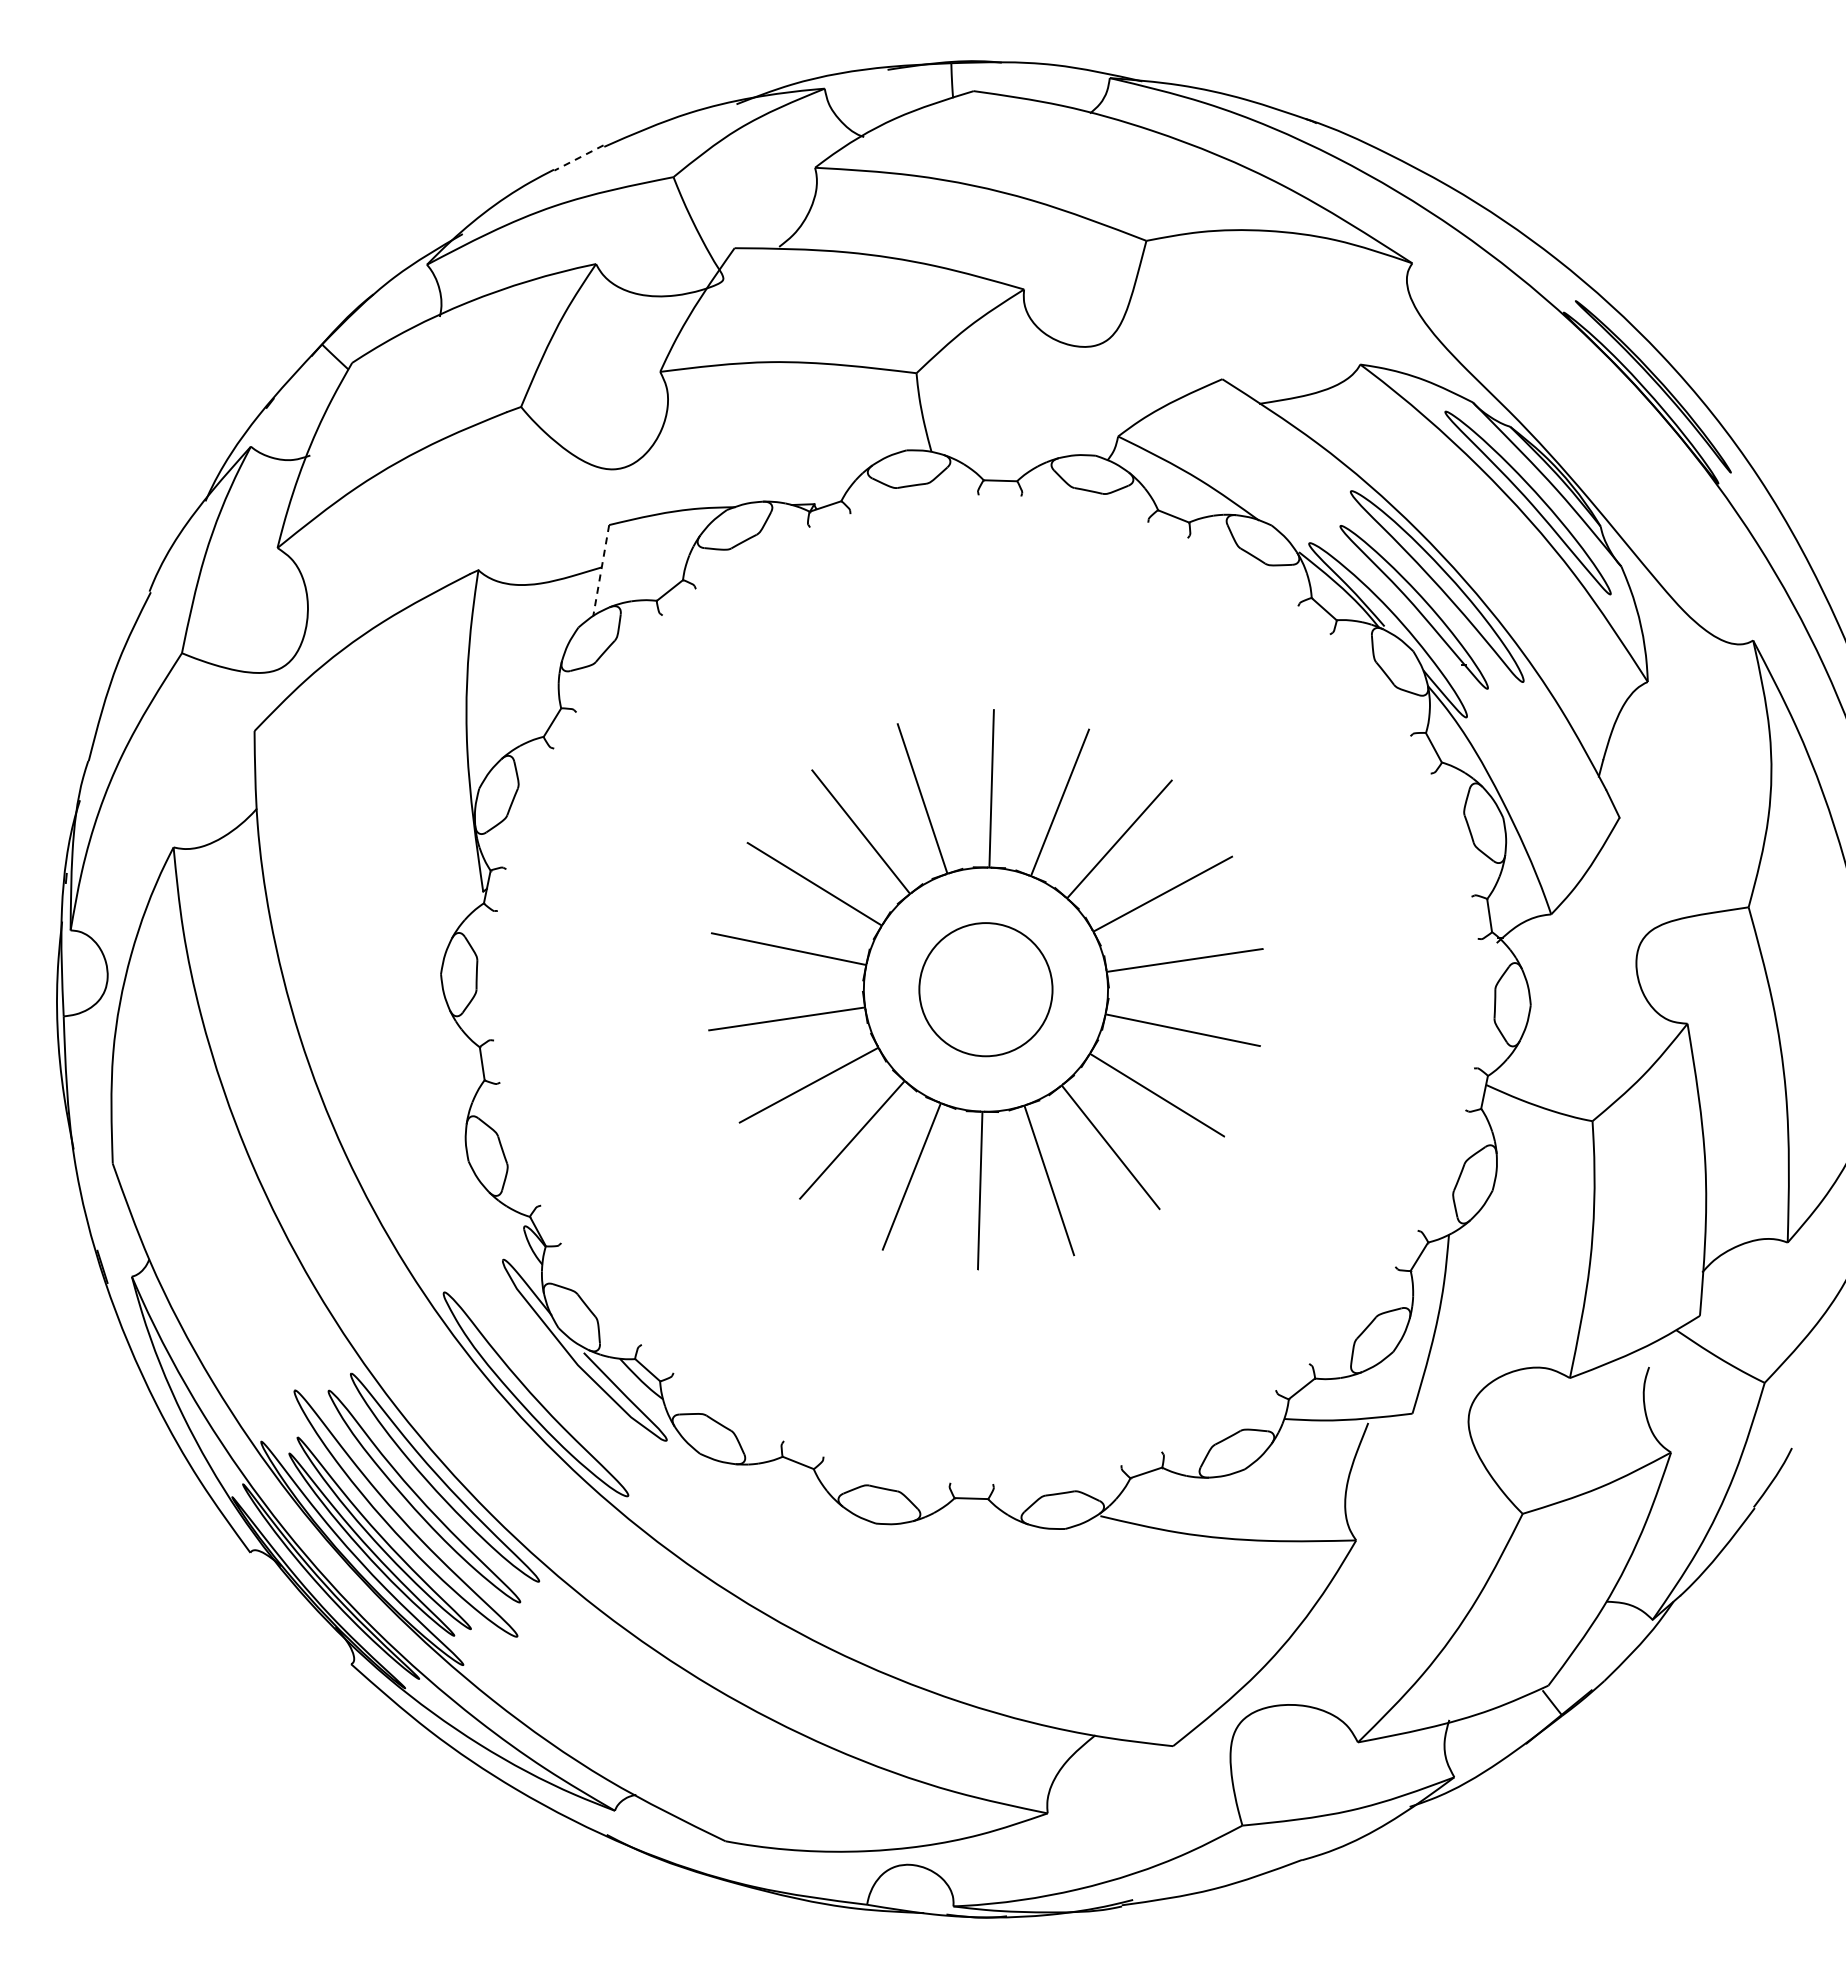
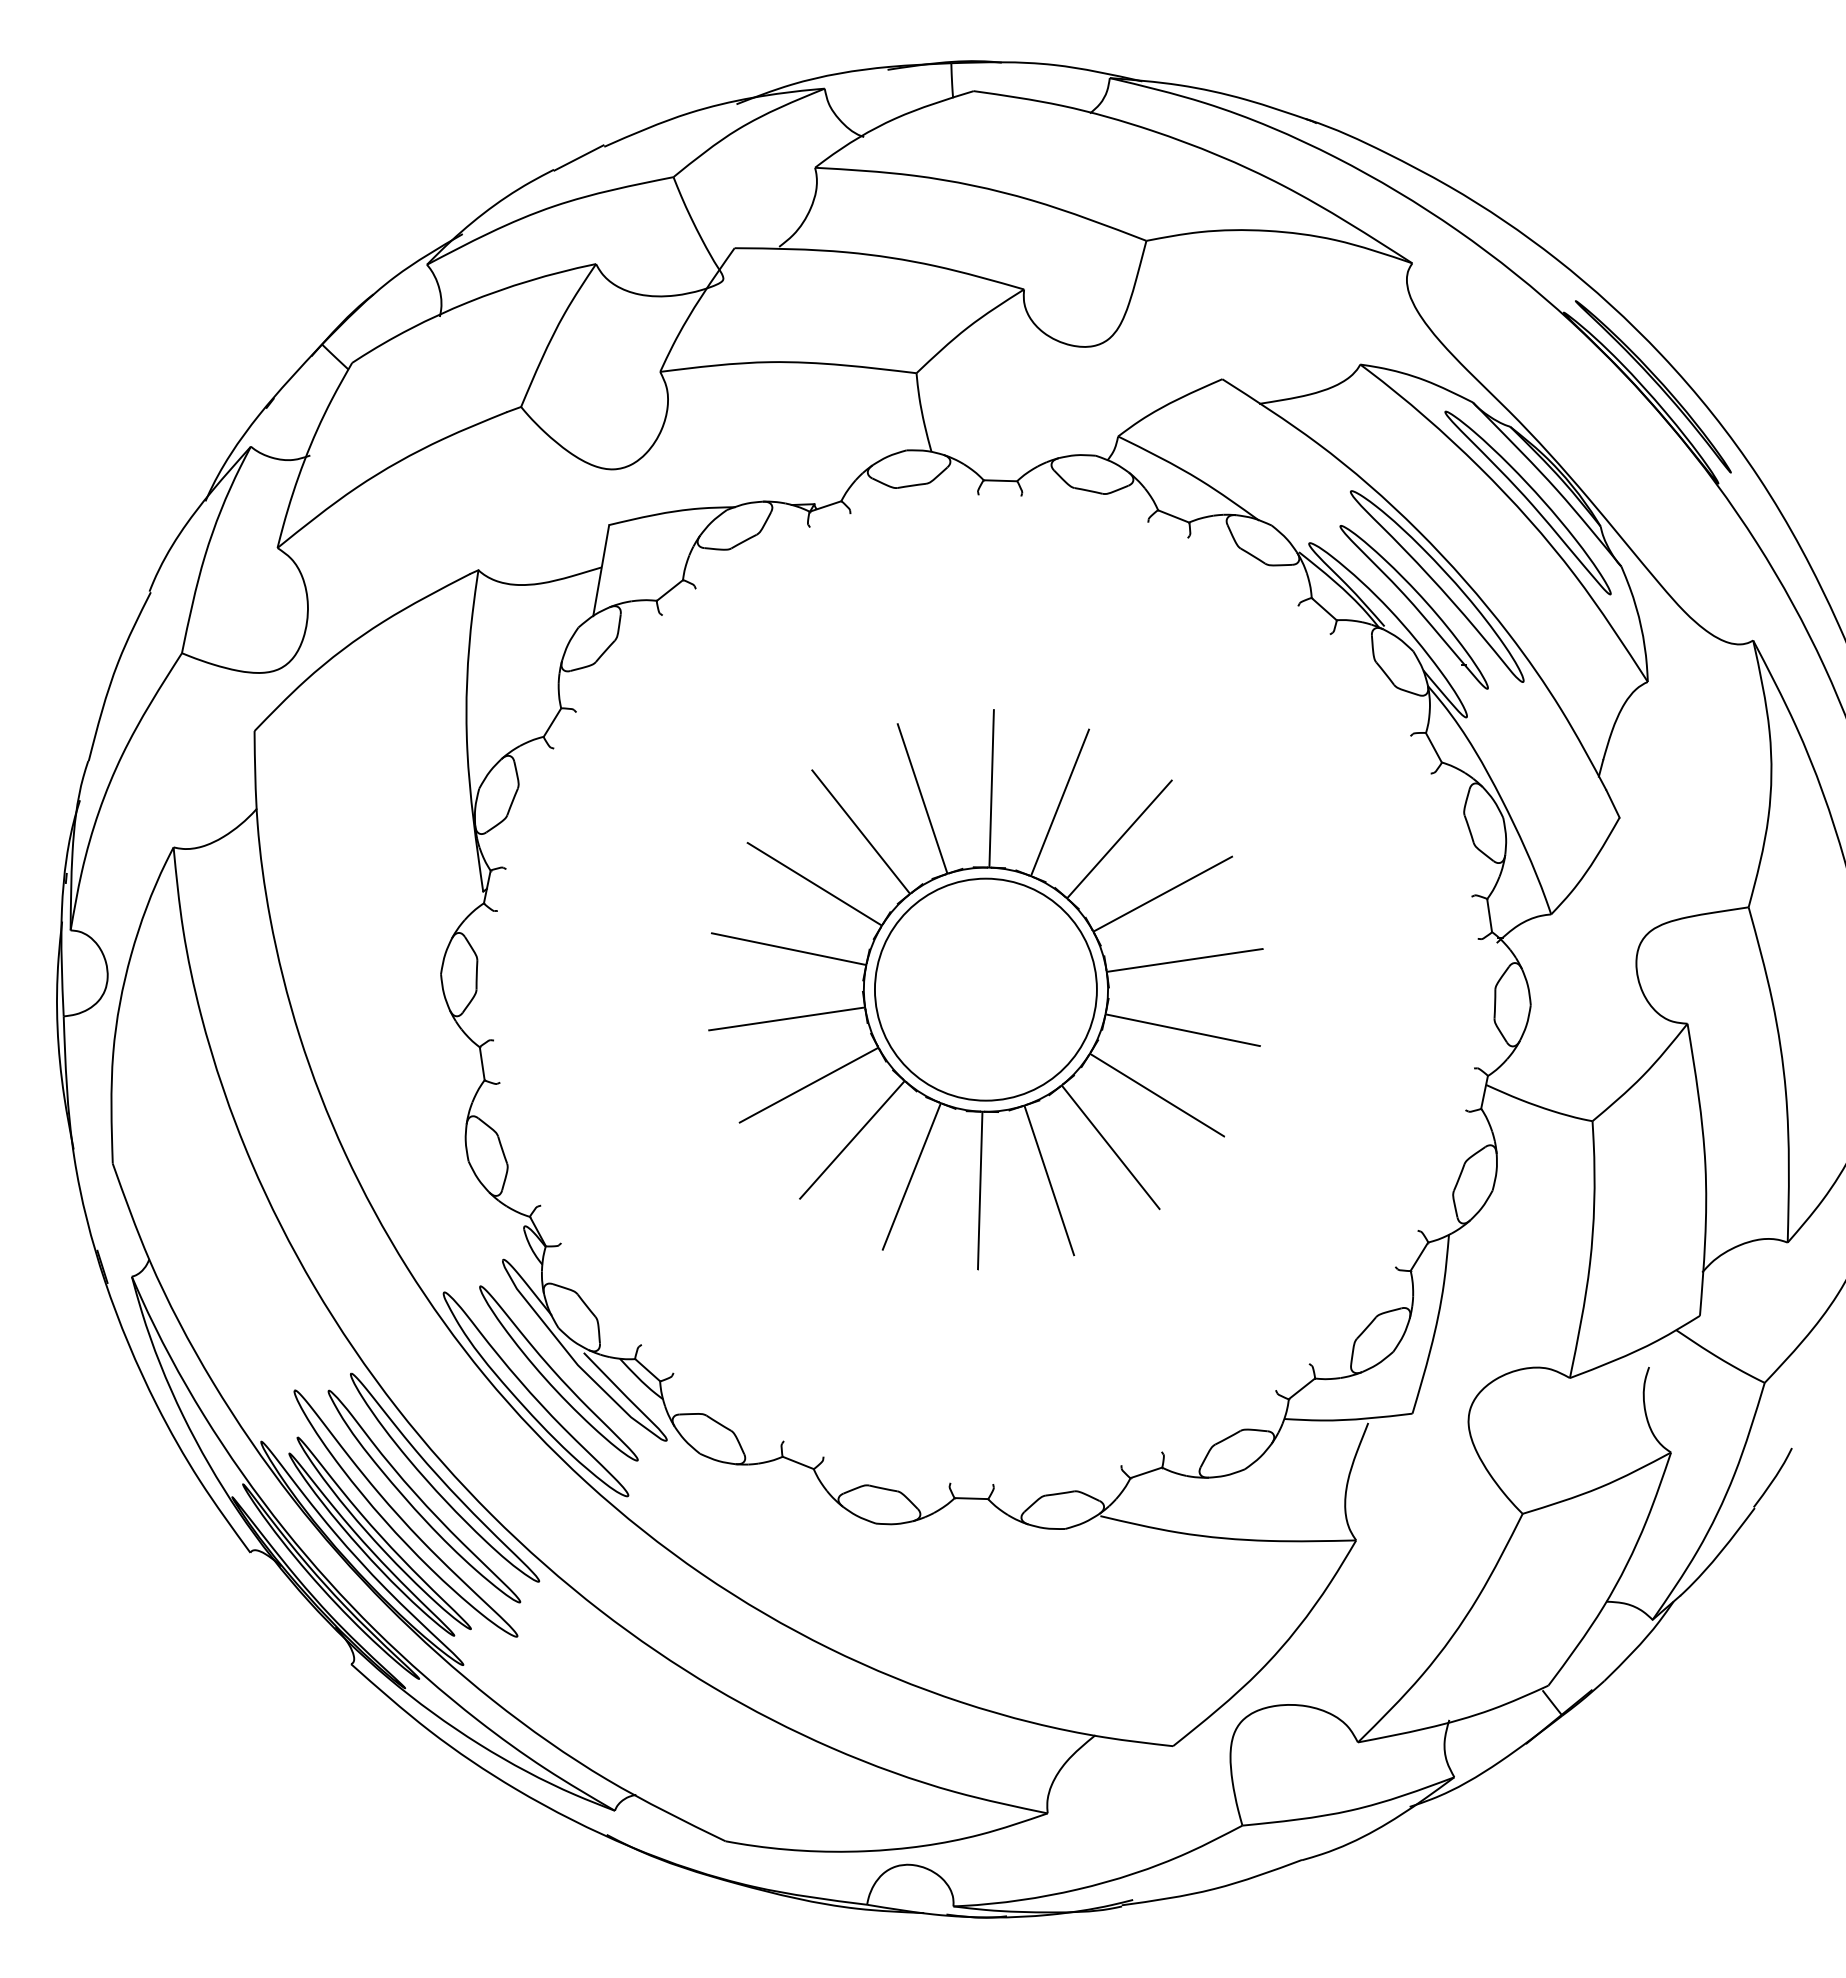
line at (578, 157): dashed -> solid
line at (601, 571): dashed -> solid
circle at (985, 989) diameter: 133 px -> 222 px
part at (558, 1373): none -> present
